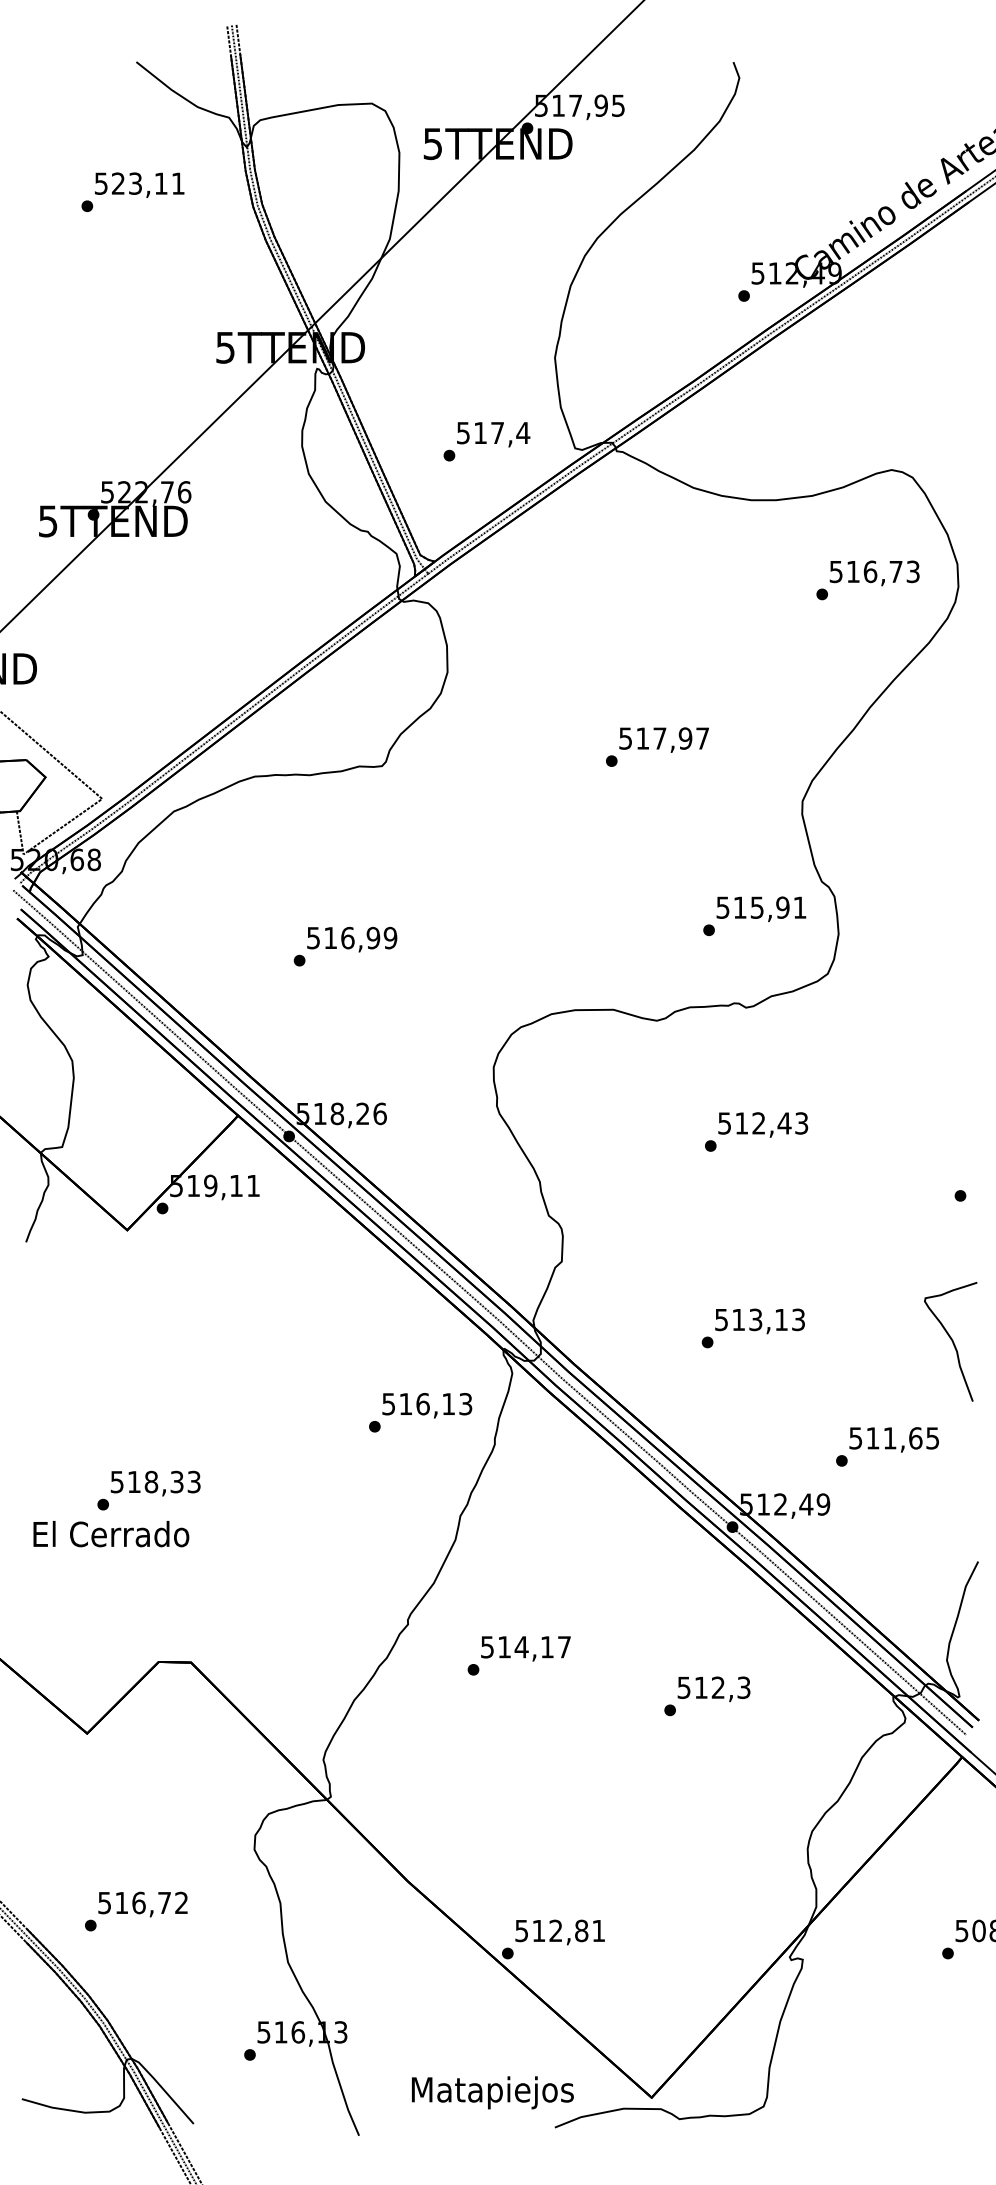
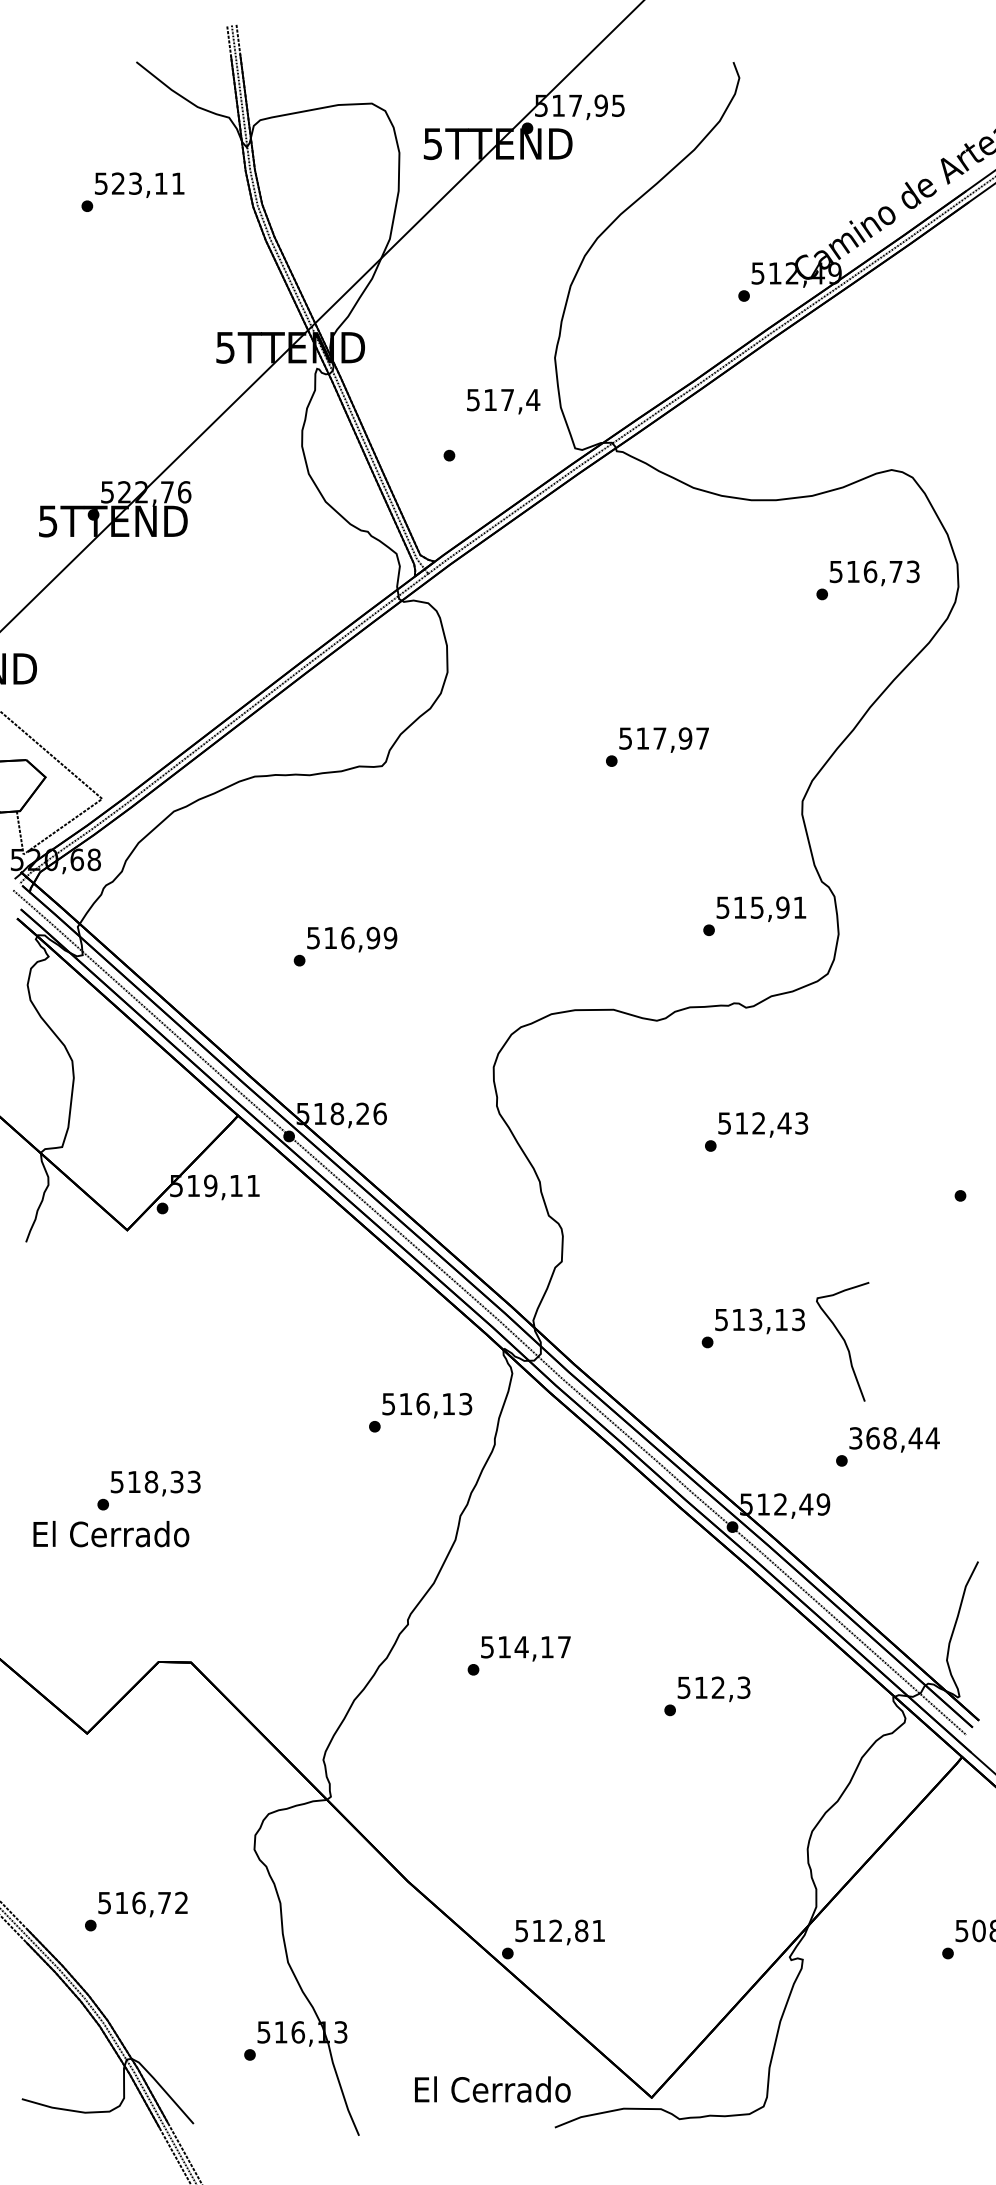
text at (493, 434) position: (493, 434) -> (503, 401)
curve at (951, 1341) position: (951, 1341) -> (843, 1341)
text at (894, 1438): 511,65 -> 368,44
text at (492, 2092): Matapiejos -> El Cerrado
